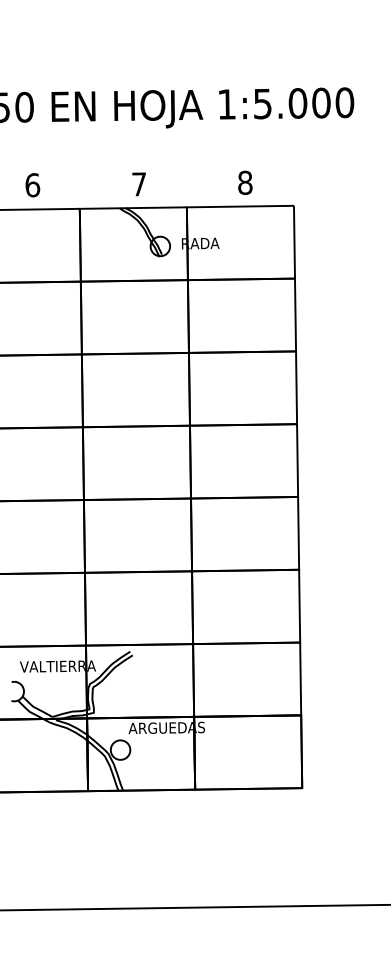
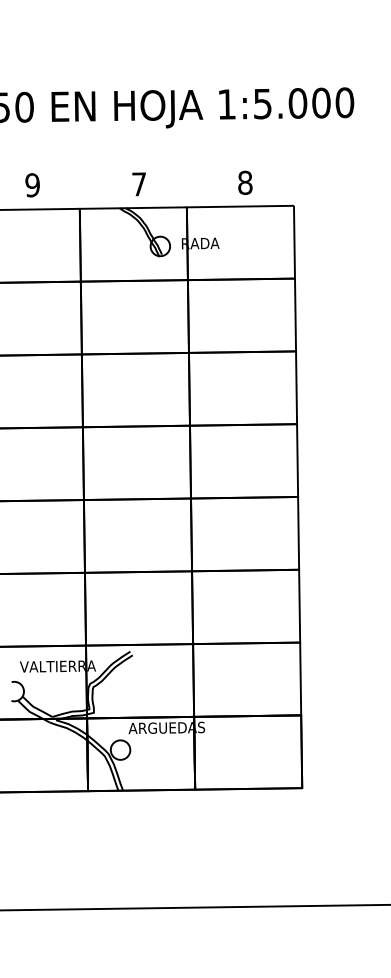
text at (32, 185): 6 -> 9
